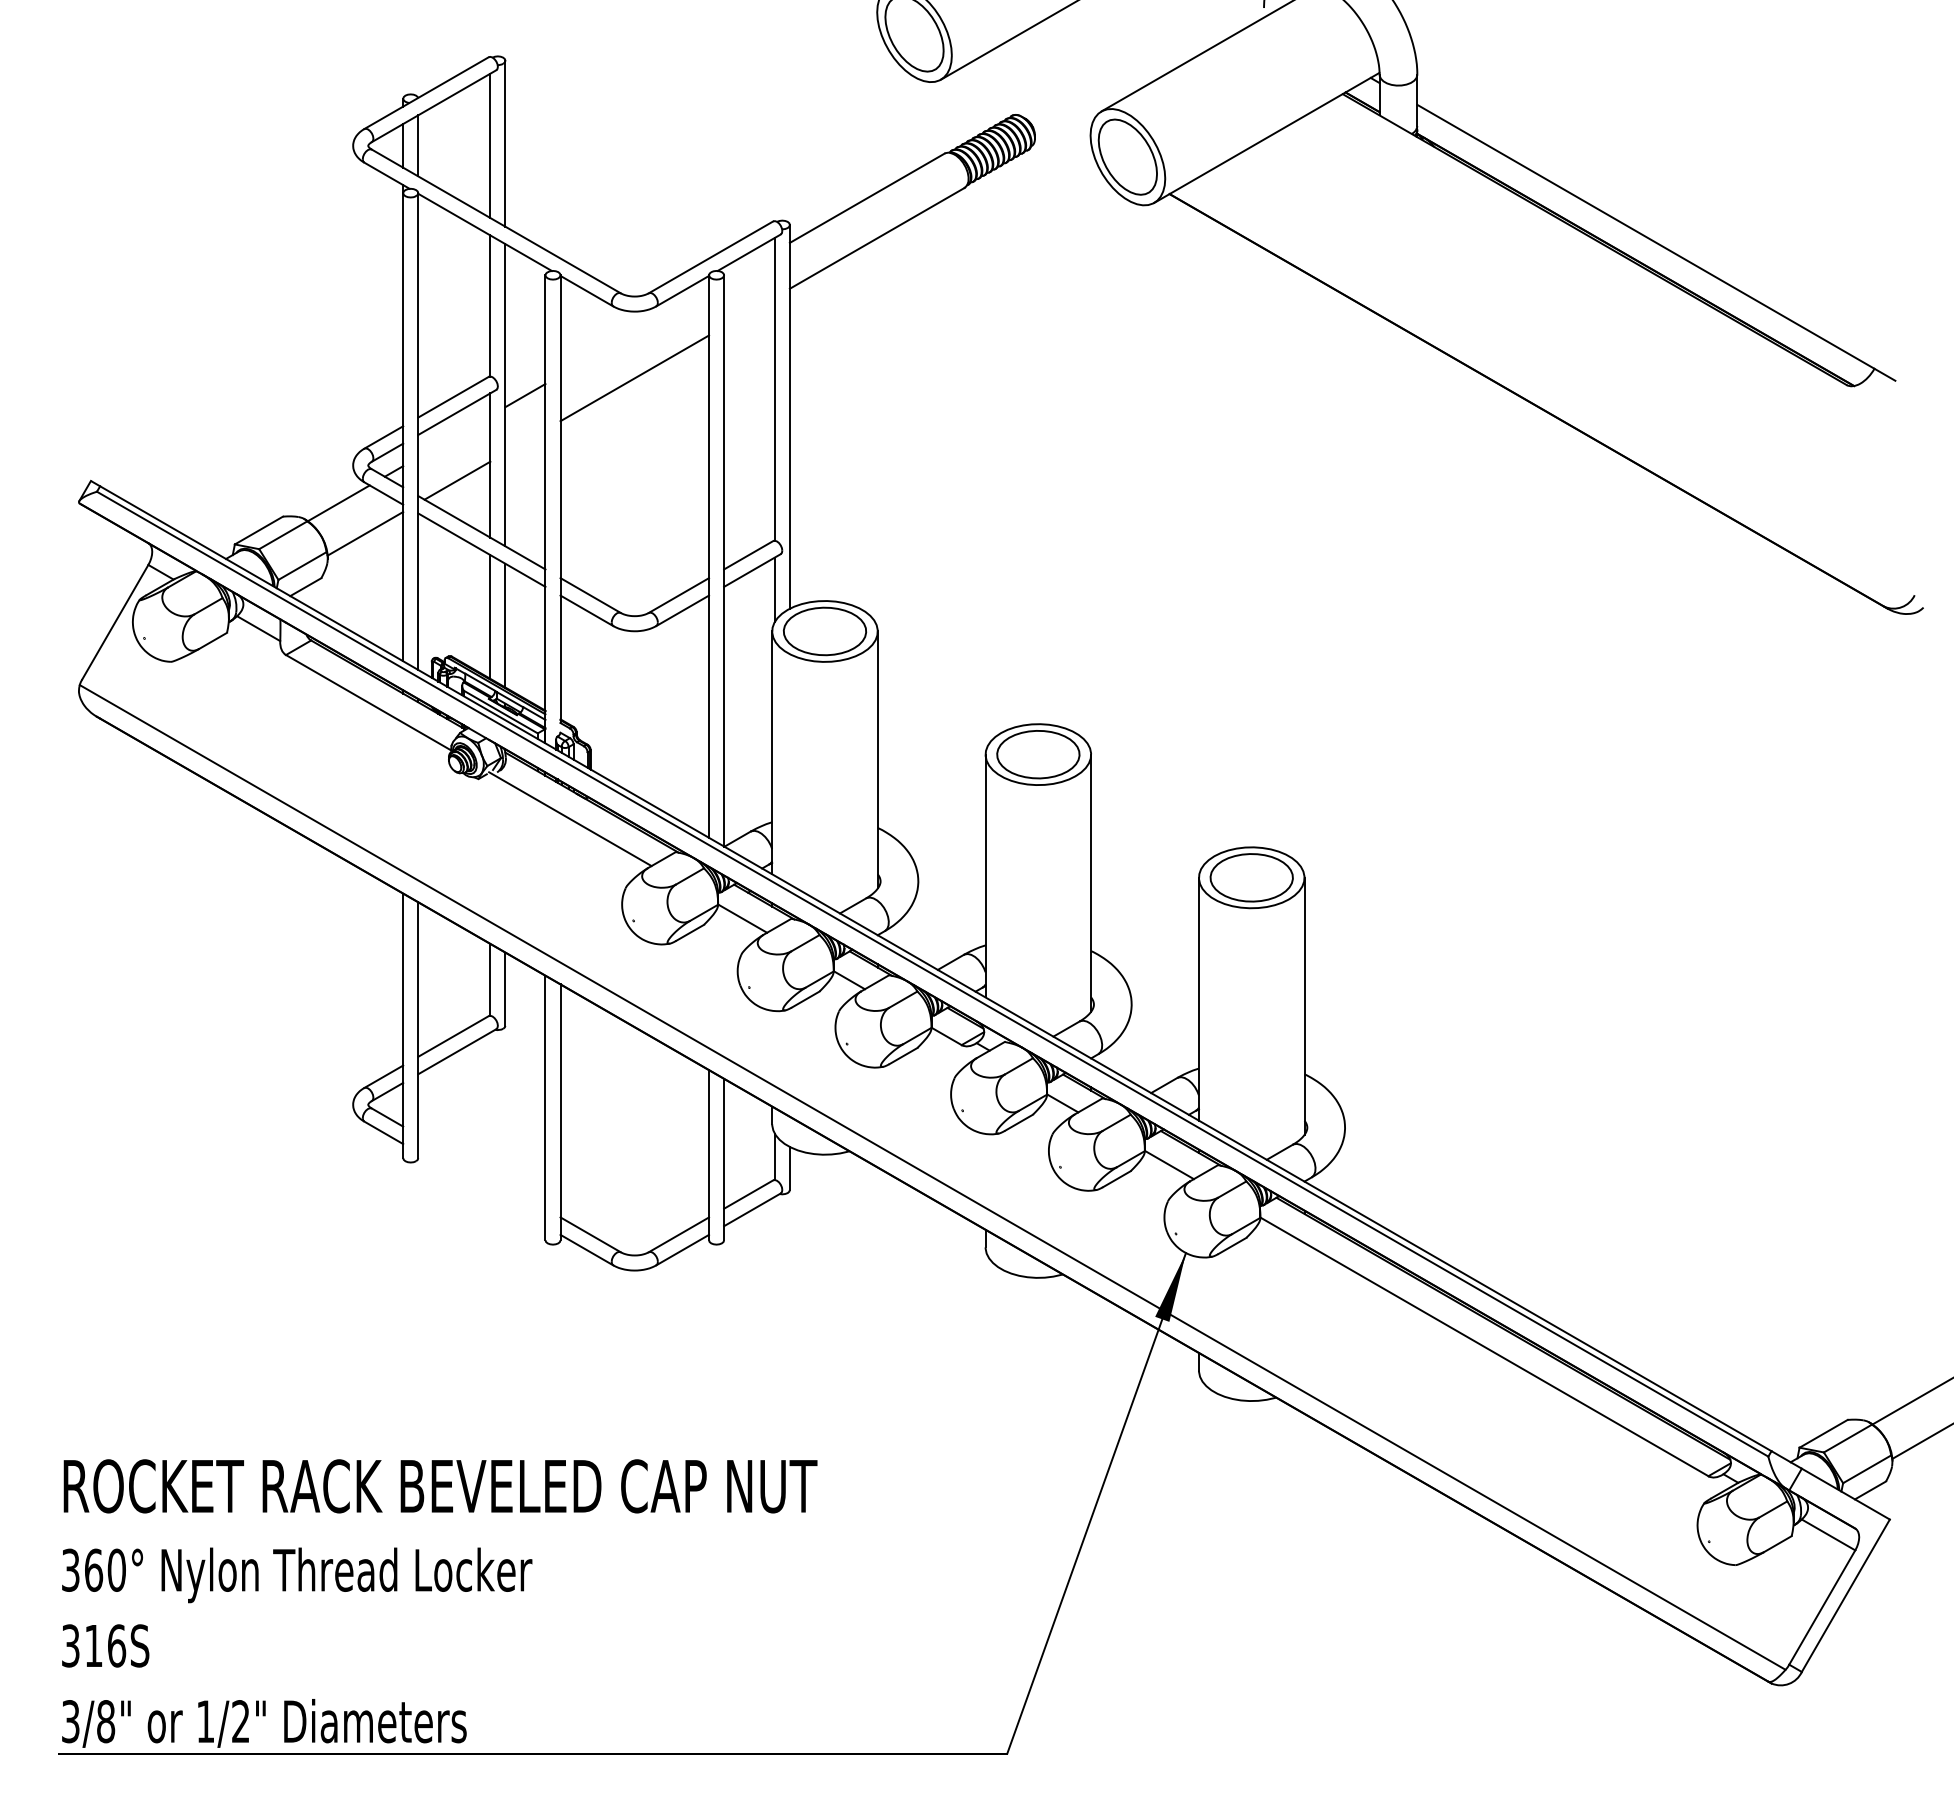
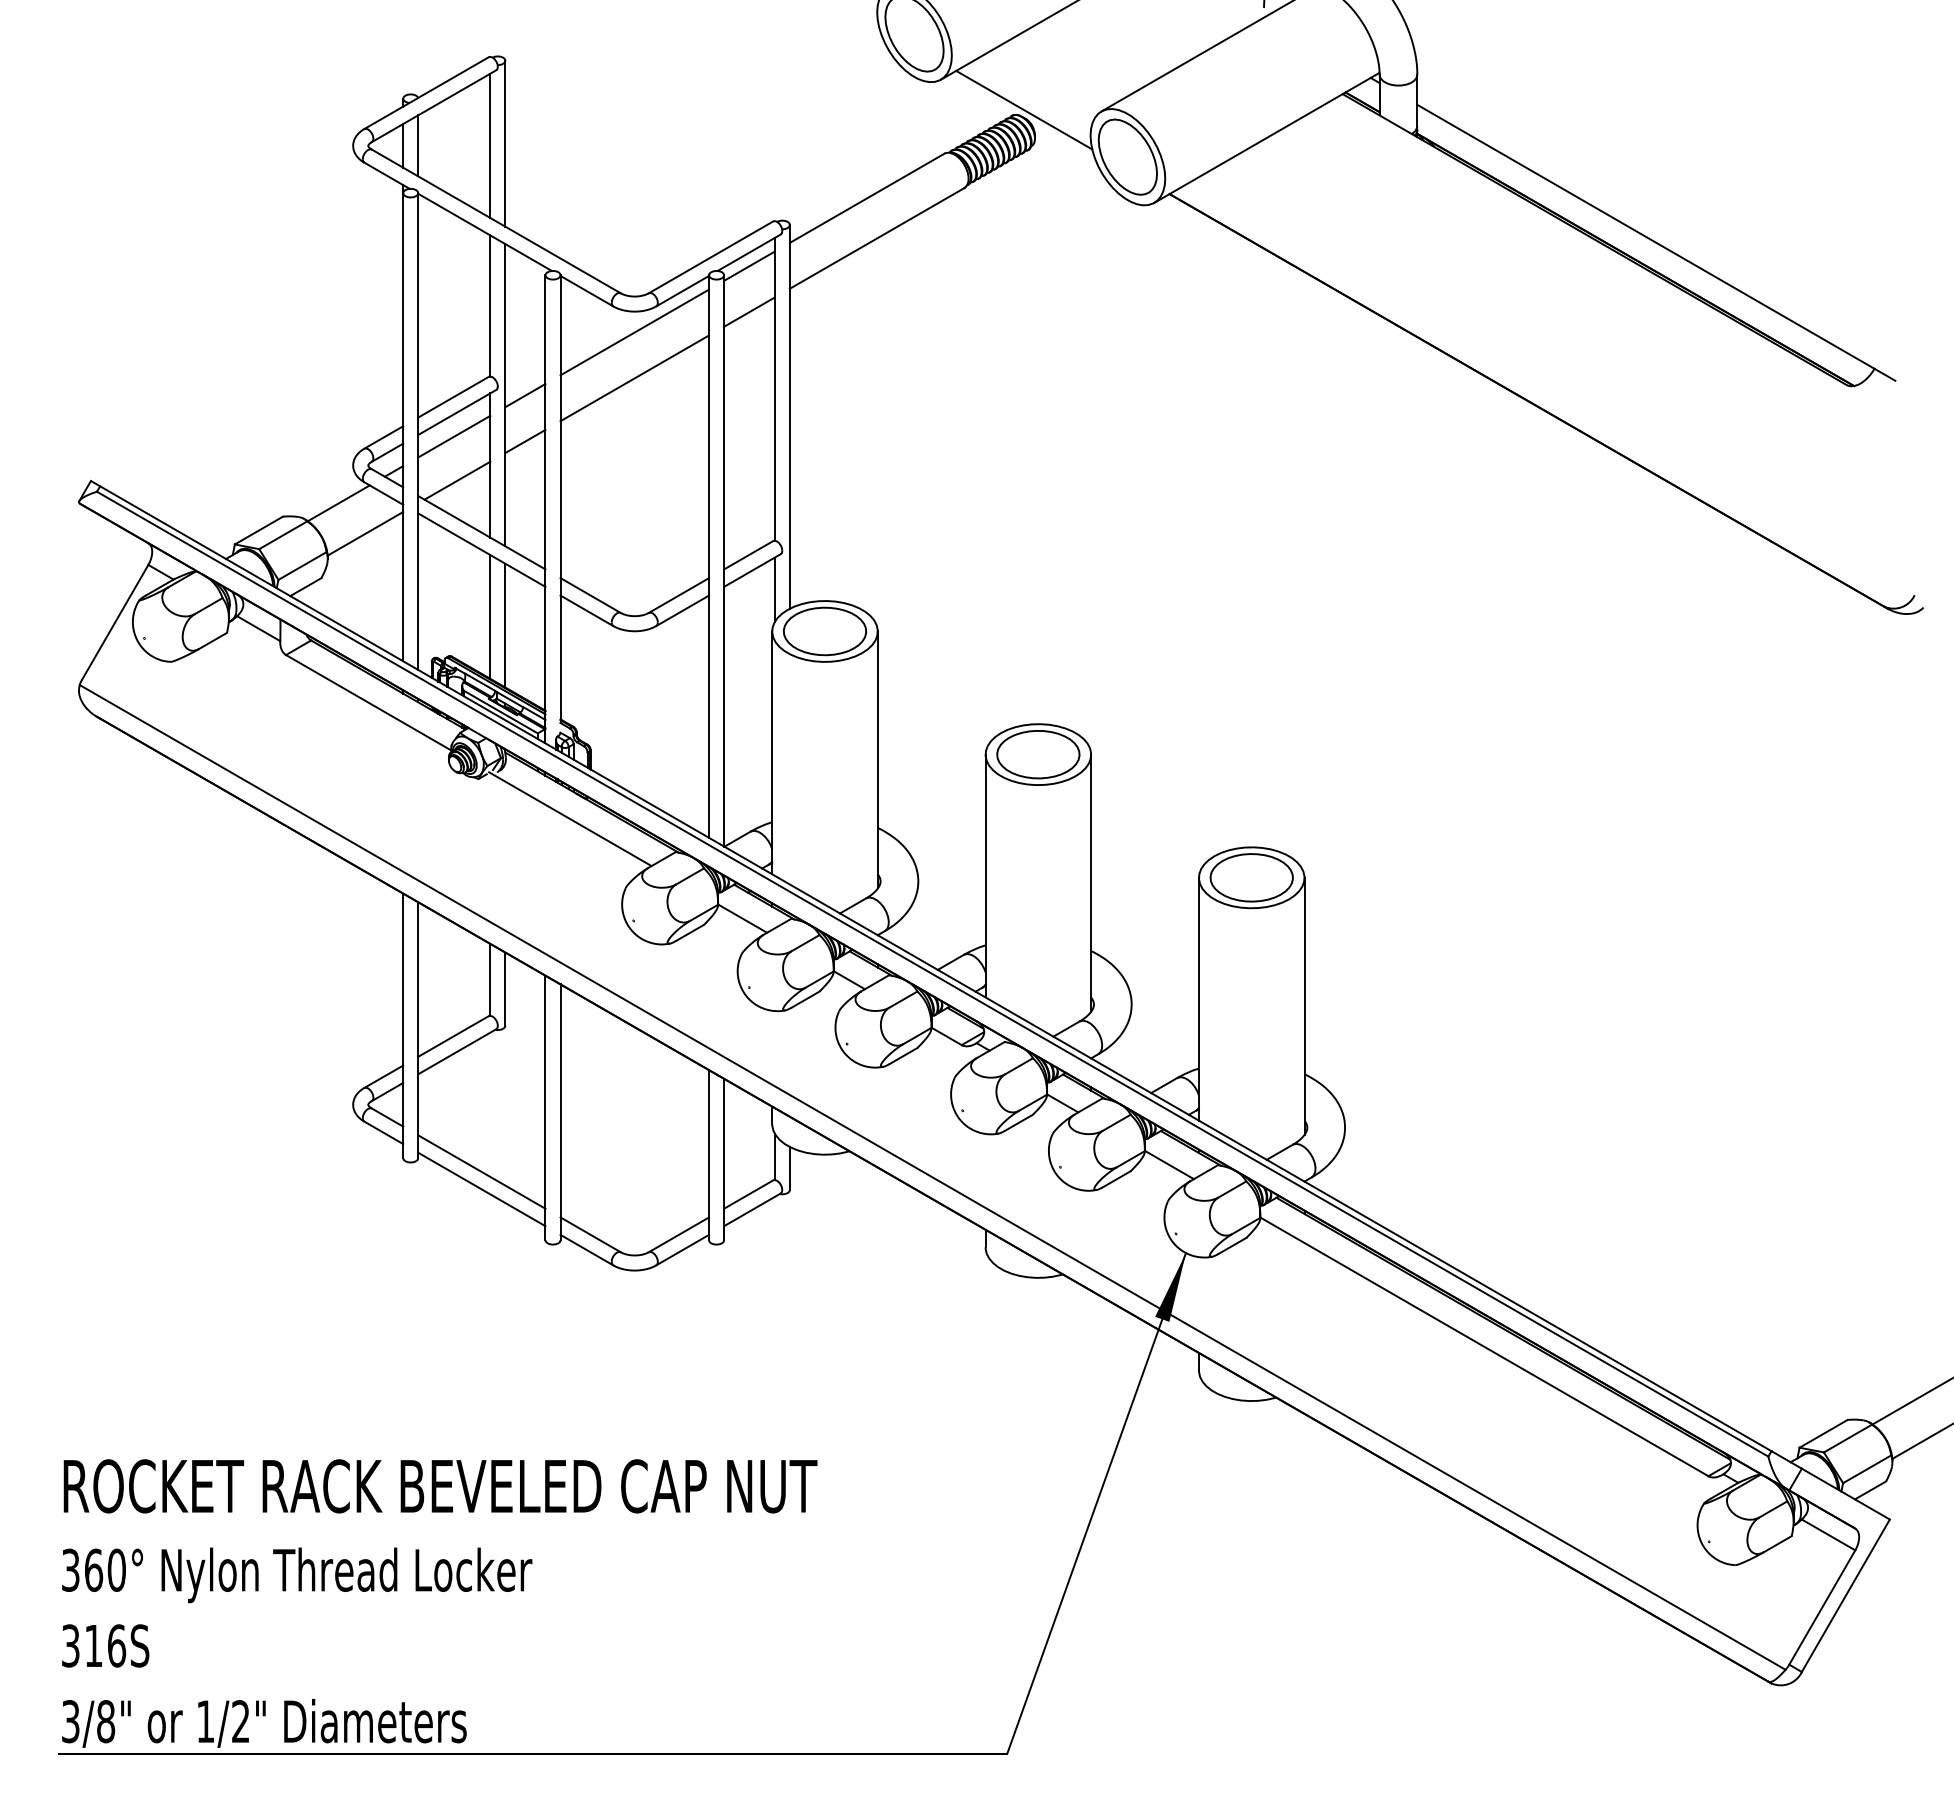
line at (1024, 109): none -> present
line at (749, 265): none -> present
line at (749, 311): none -> present
line at (634, 332): none -> present
line at (454, 436): none -> present
line at (525, 441): none -> present
line at (481, 1171): none -> present
line at (481, 1189): none -> present
